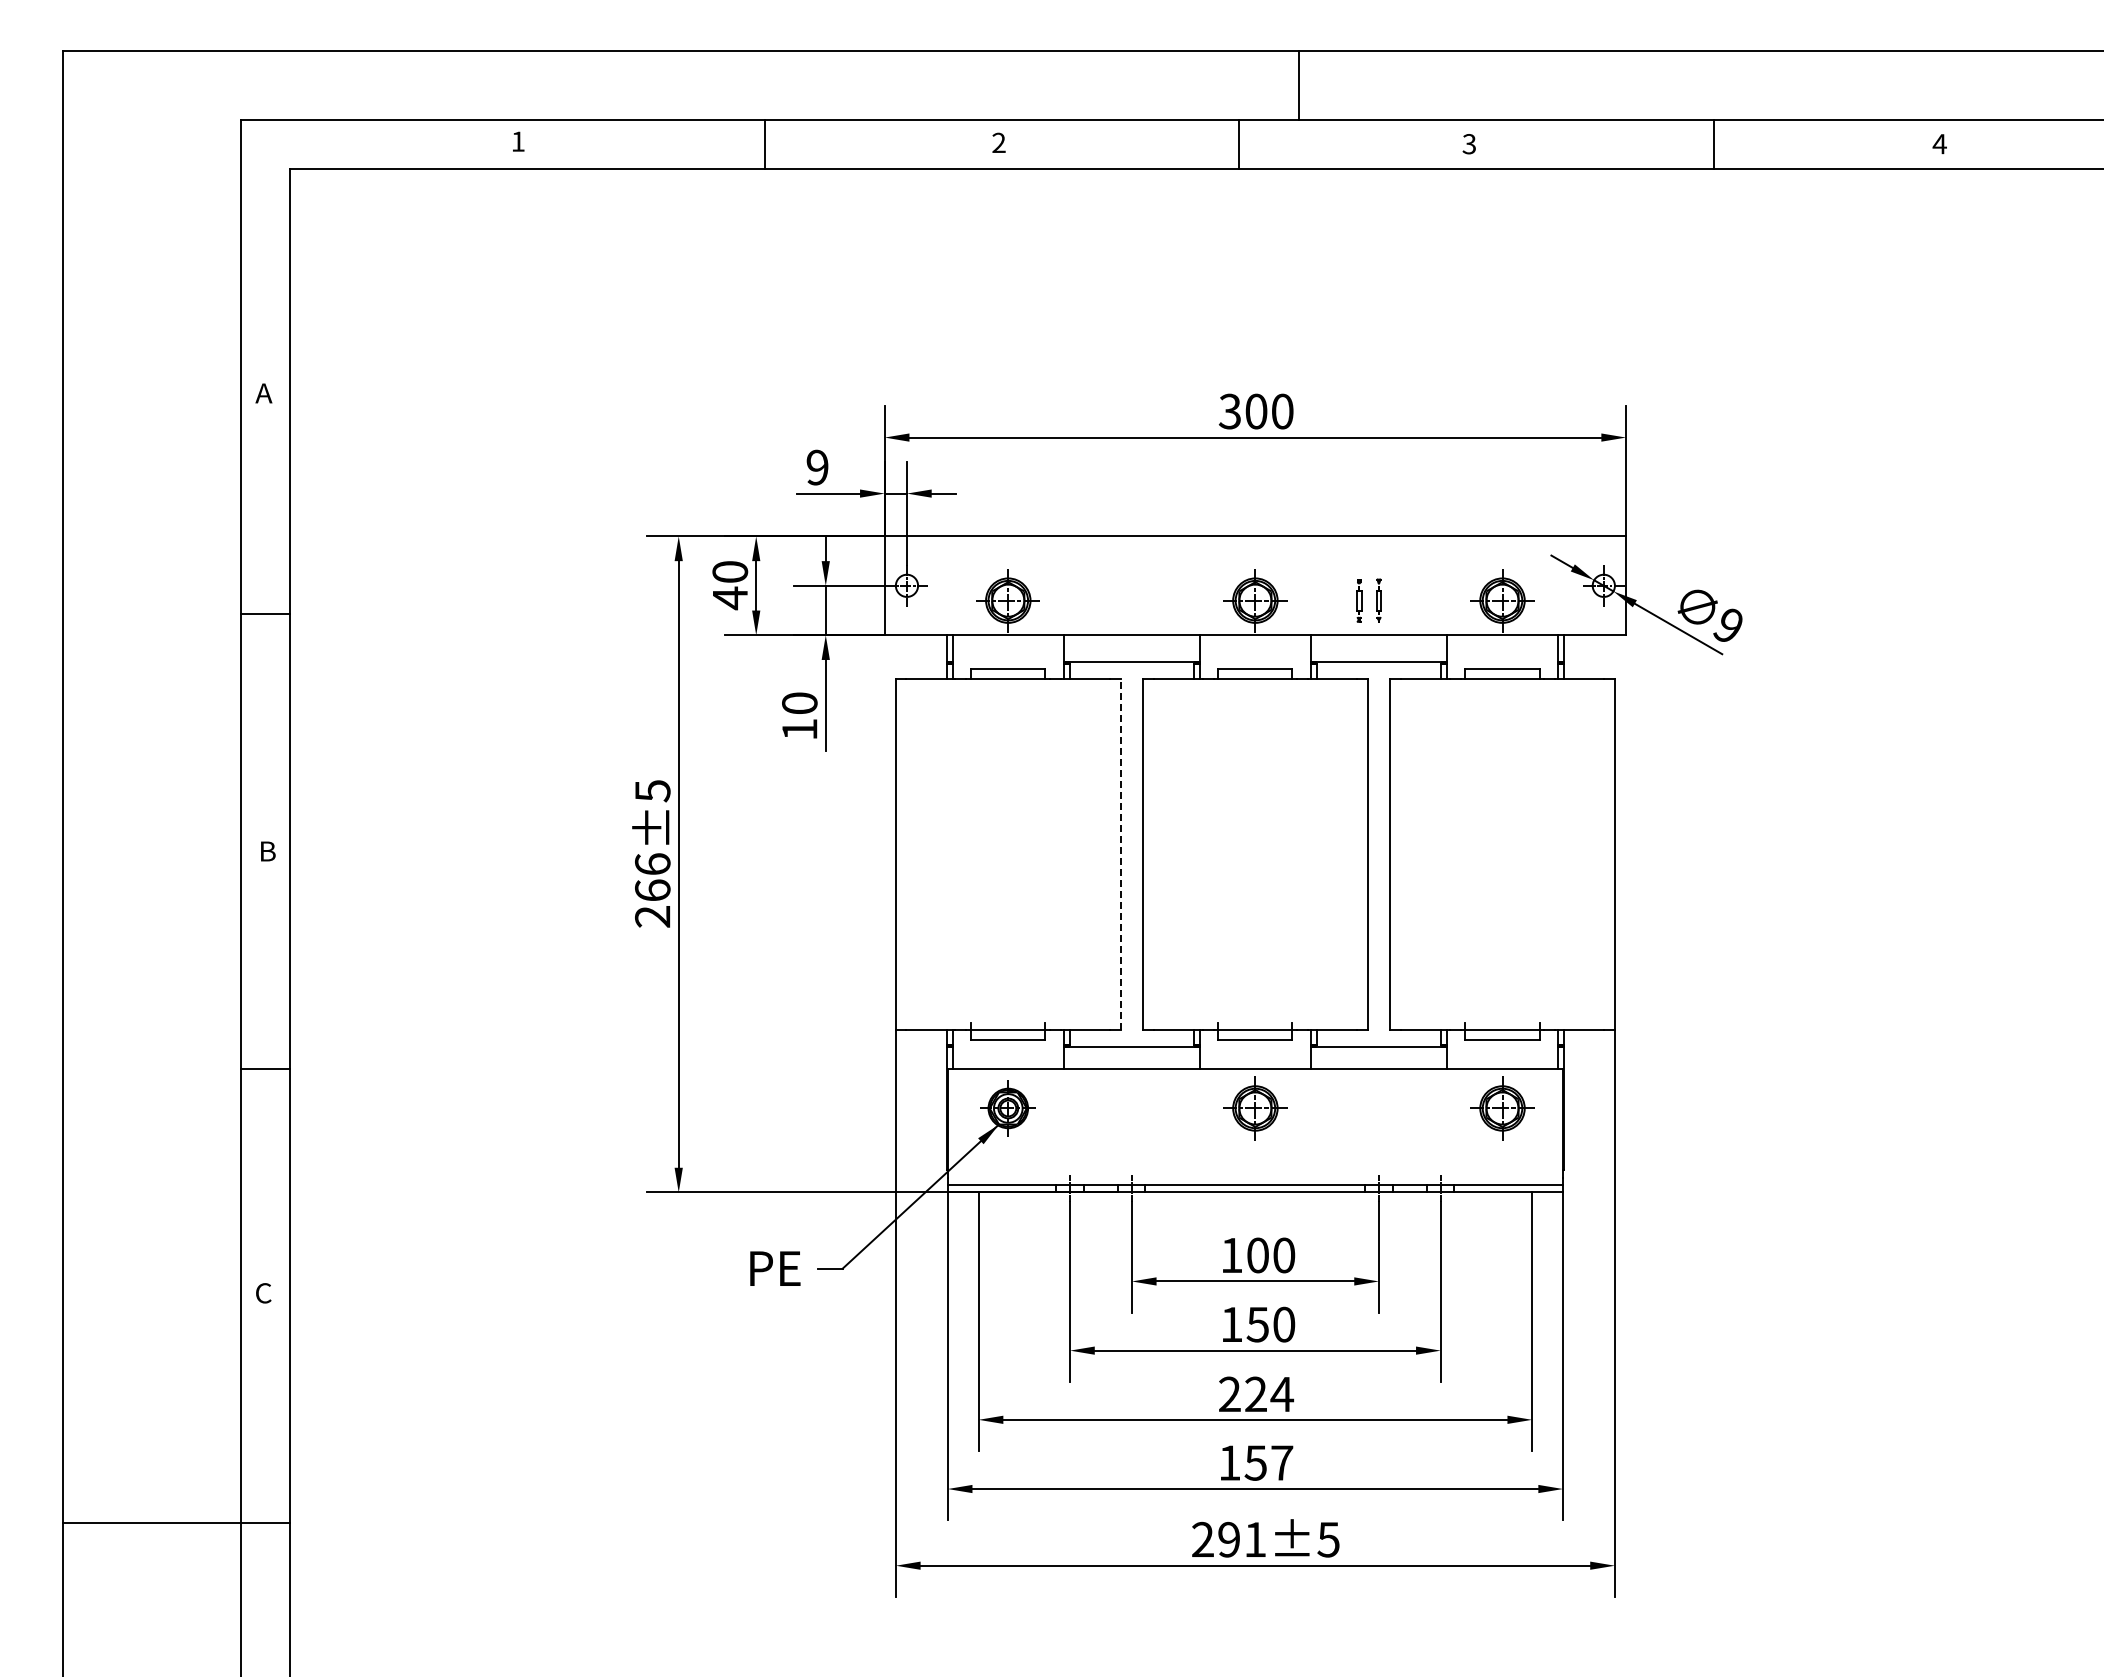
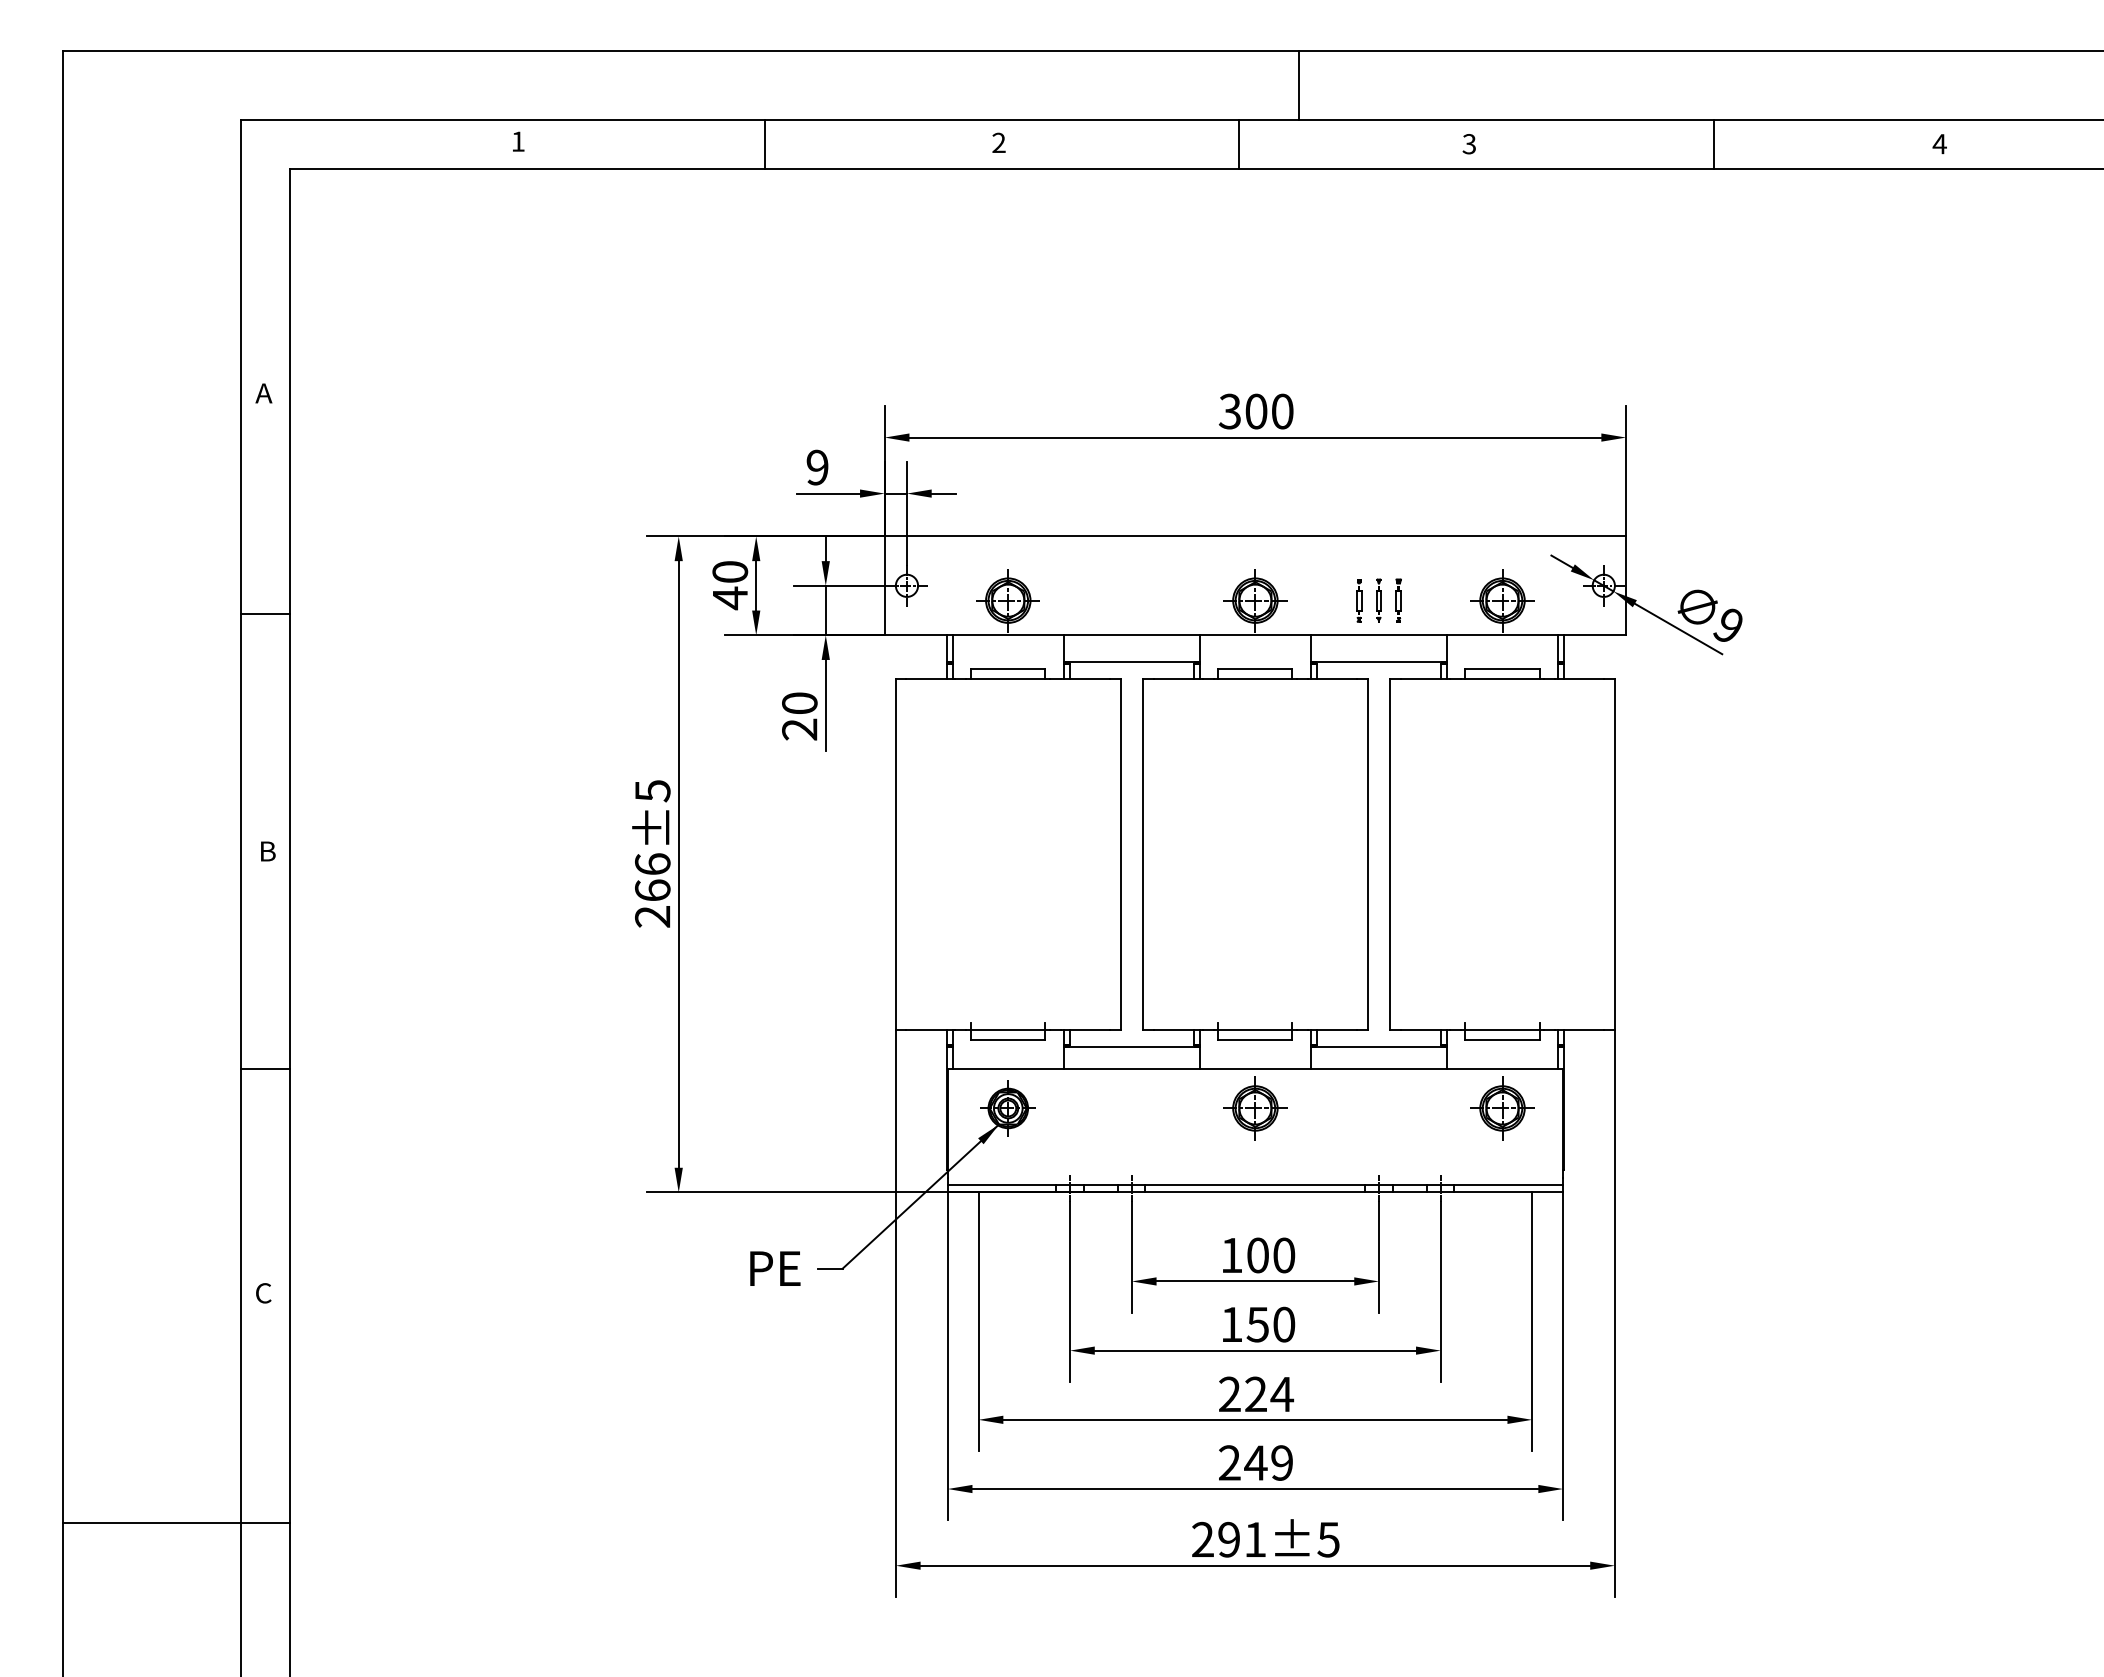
part at (1398, 600): none -> present
text at (799, 729): 10 -> 20
line at (1120, 854): dashed -> solid
text at (1256, 1462): 157 -> 249
